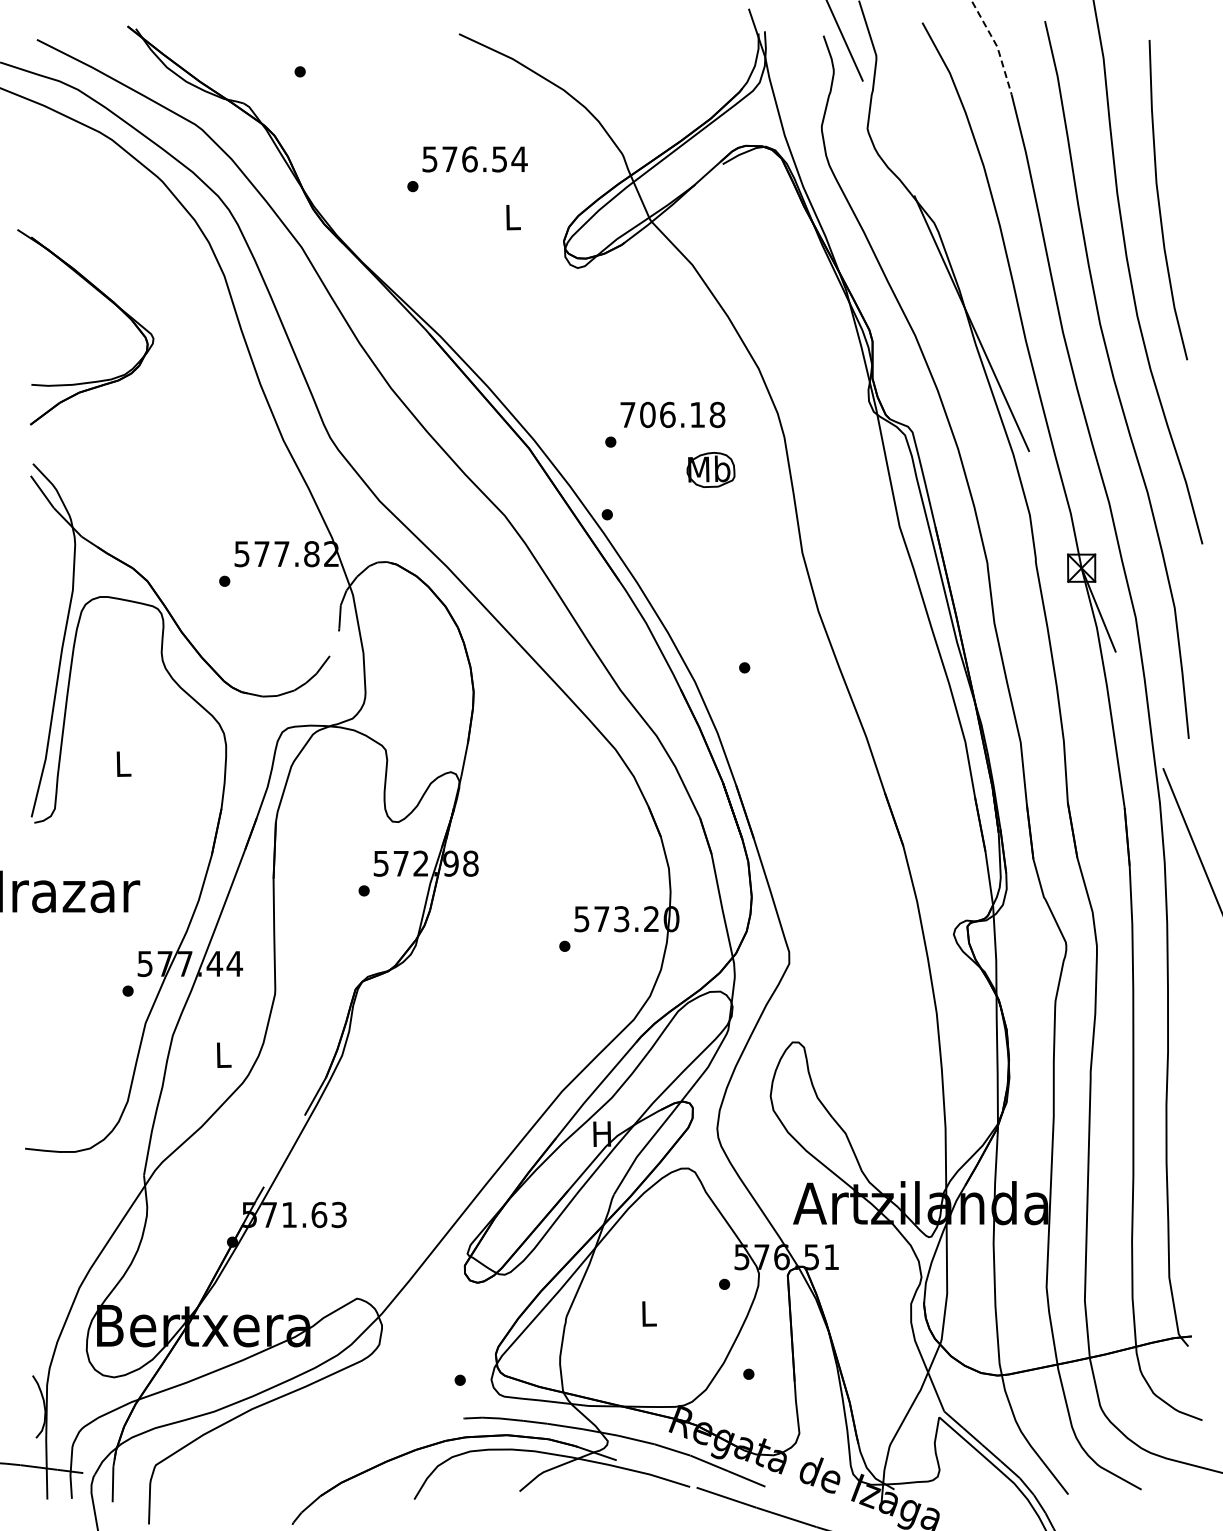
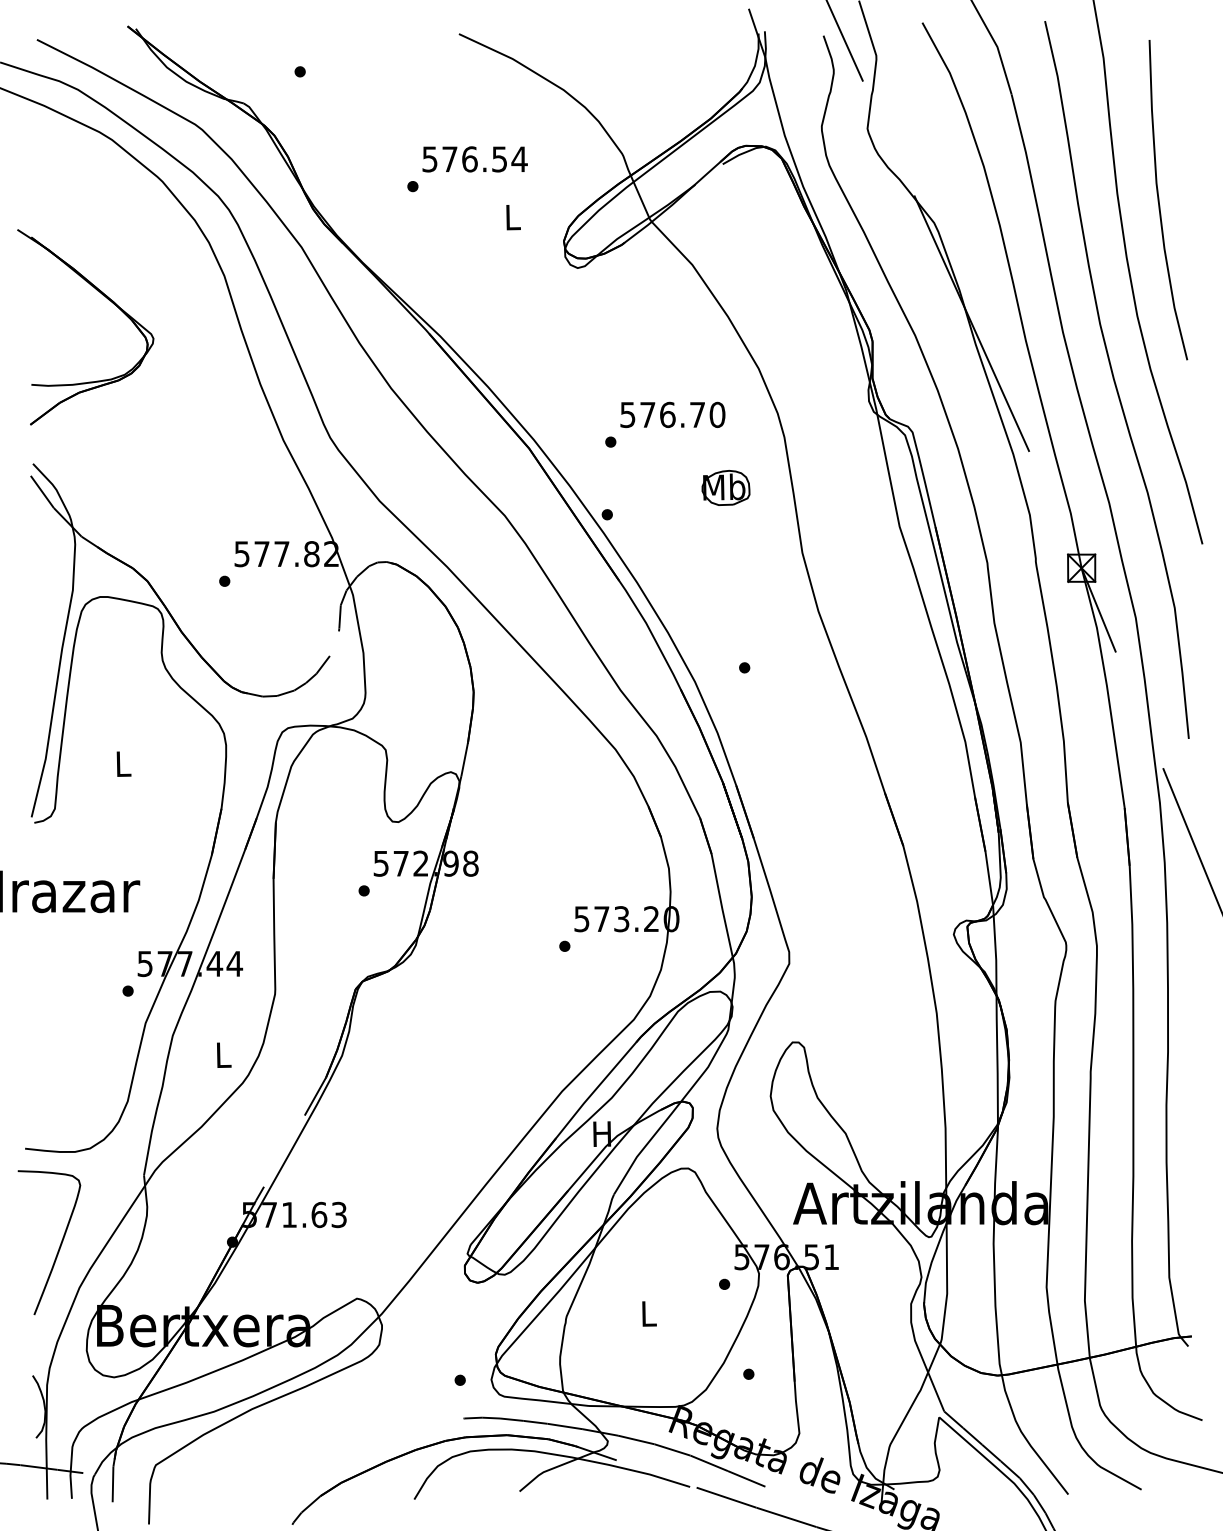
line at (996, 46): dashed -> solid
text at (672, 414): 706.18 -> 576.70
part at (710, 469) position: (710, 469) -> (725, 487)
curve at (59, 1245): none -> present
